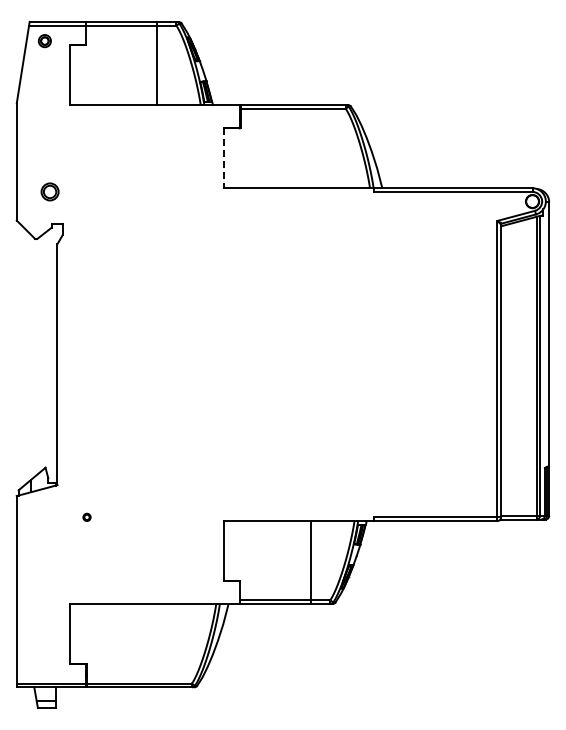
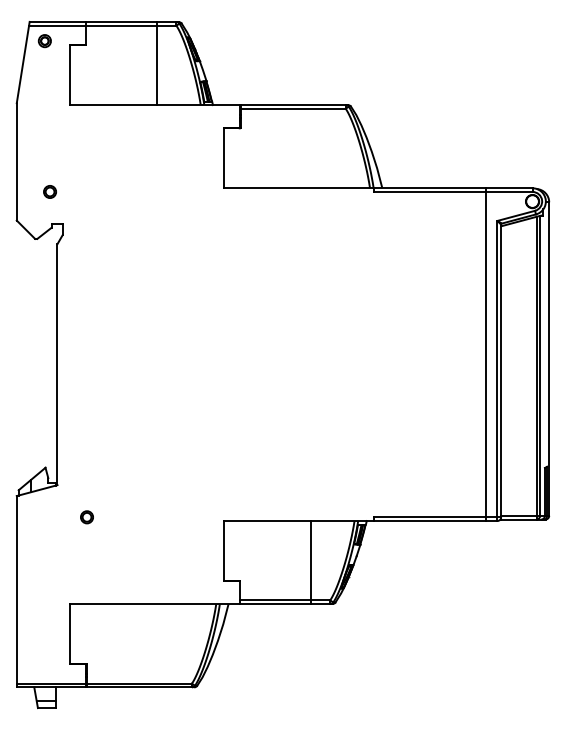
line at (223, 158): dashed -> solid
circle at (49, 191) size: 20x20 px -> 14x14 px
line at (486, 354): none -> present
circle at (86, 516) size: 10x10 px -> 14x15 px
